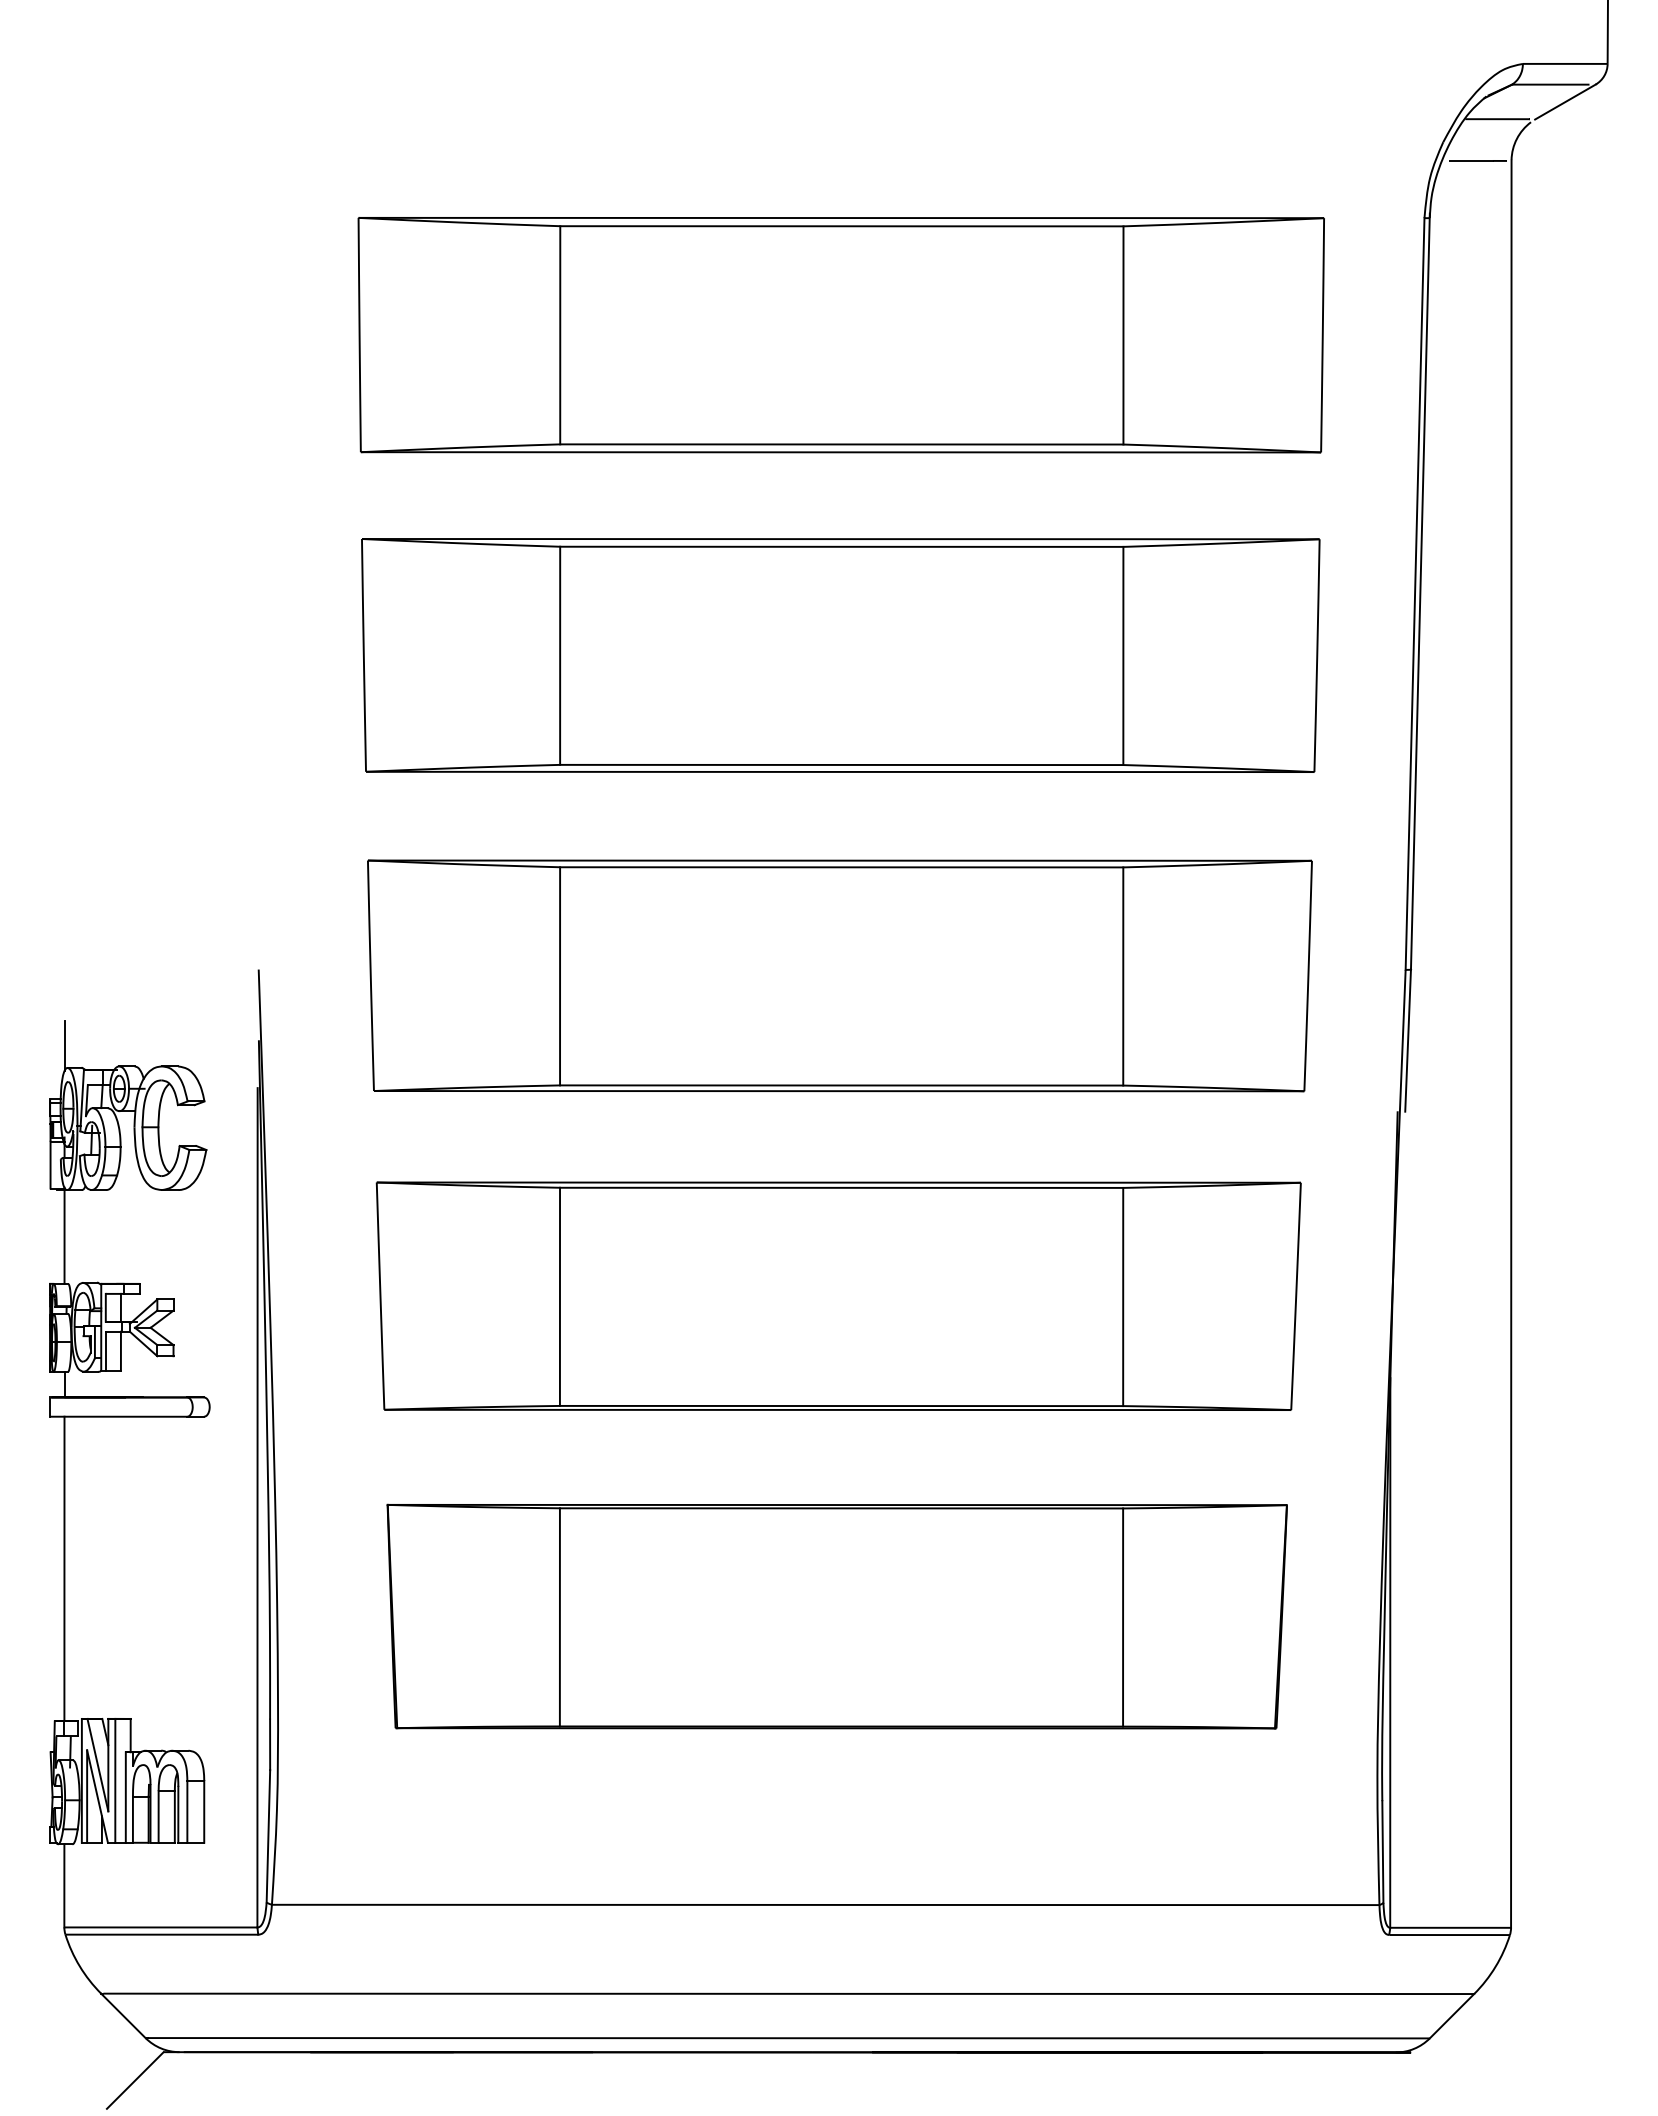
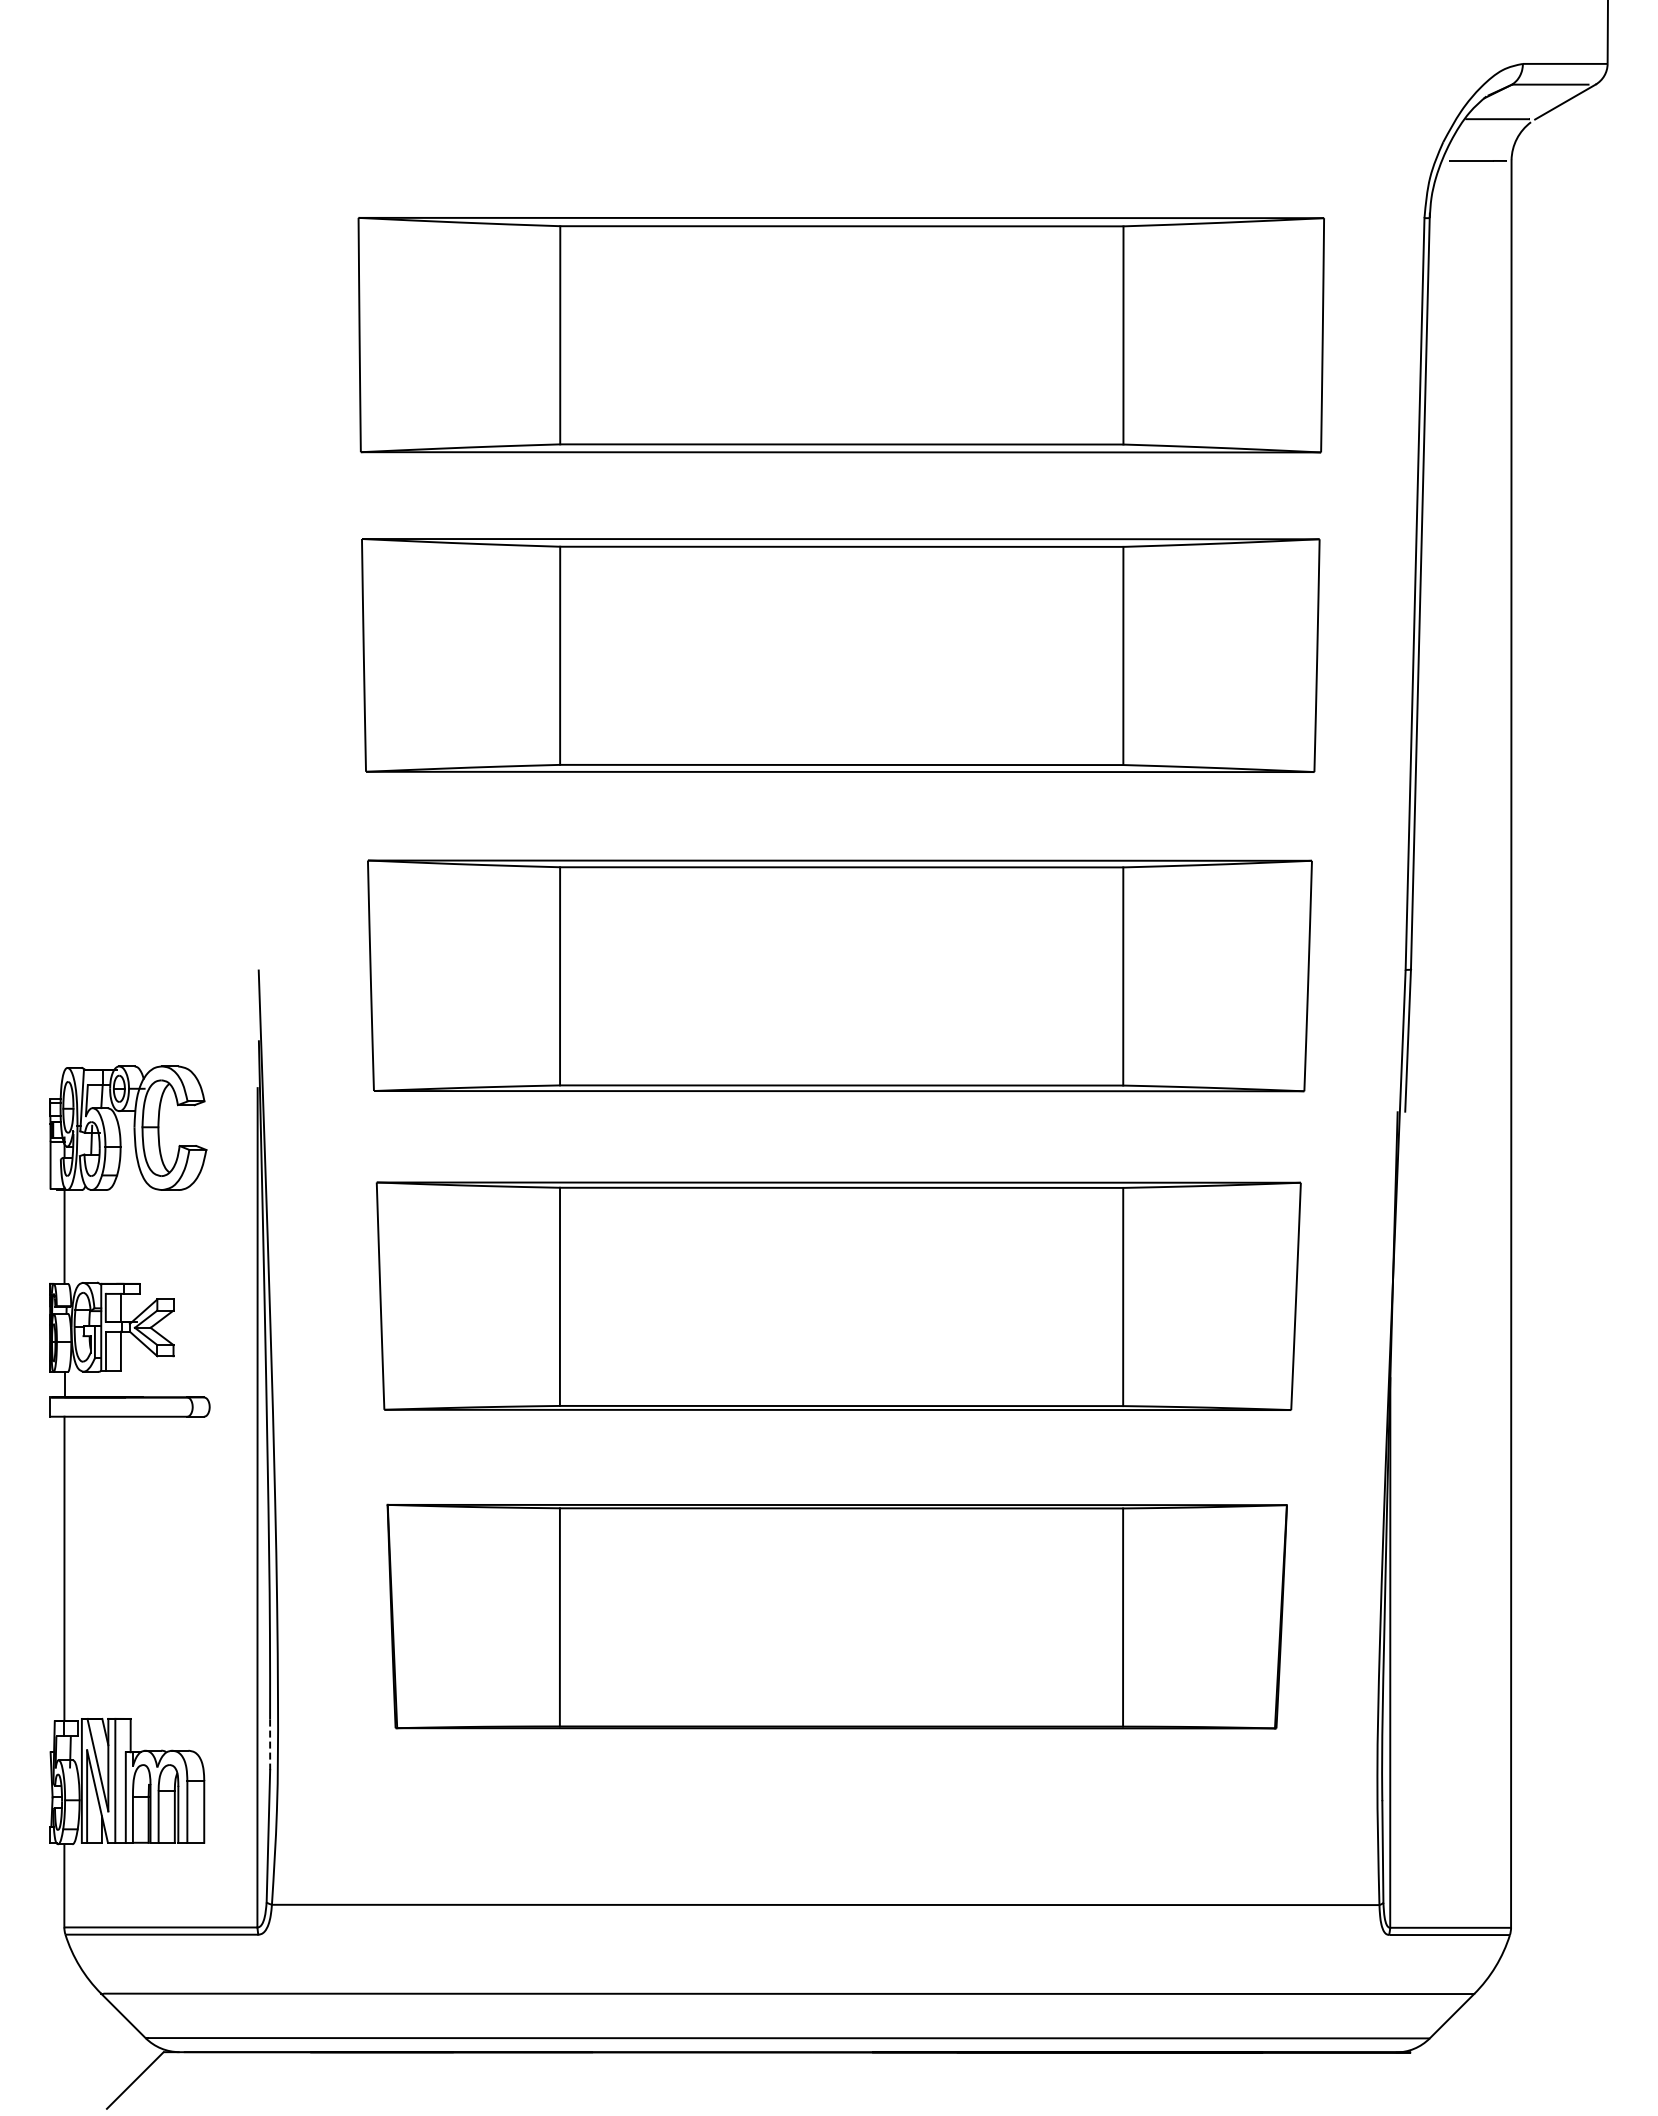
line at (64, 1046): present -> none
line at (270, 1745): solid -> dashed
